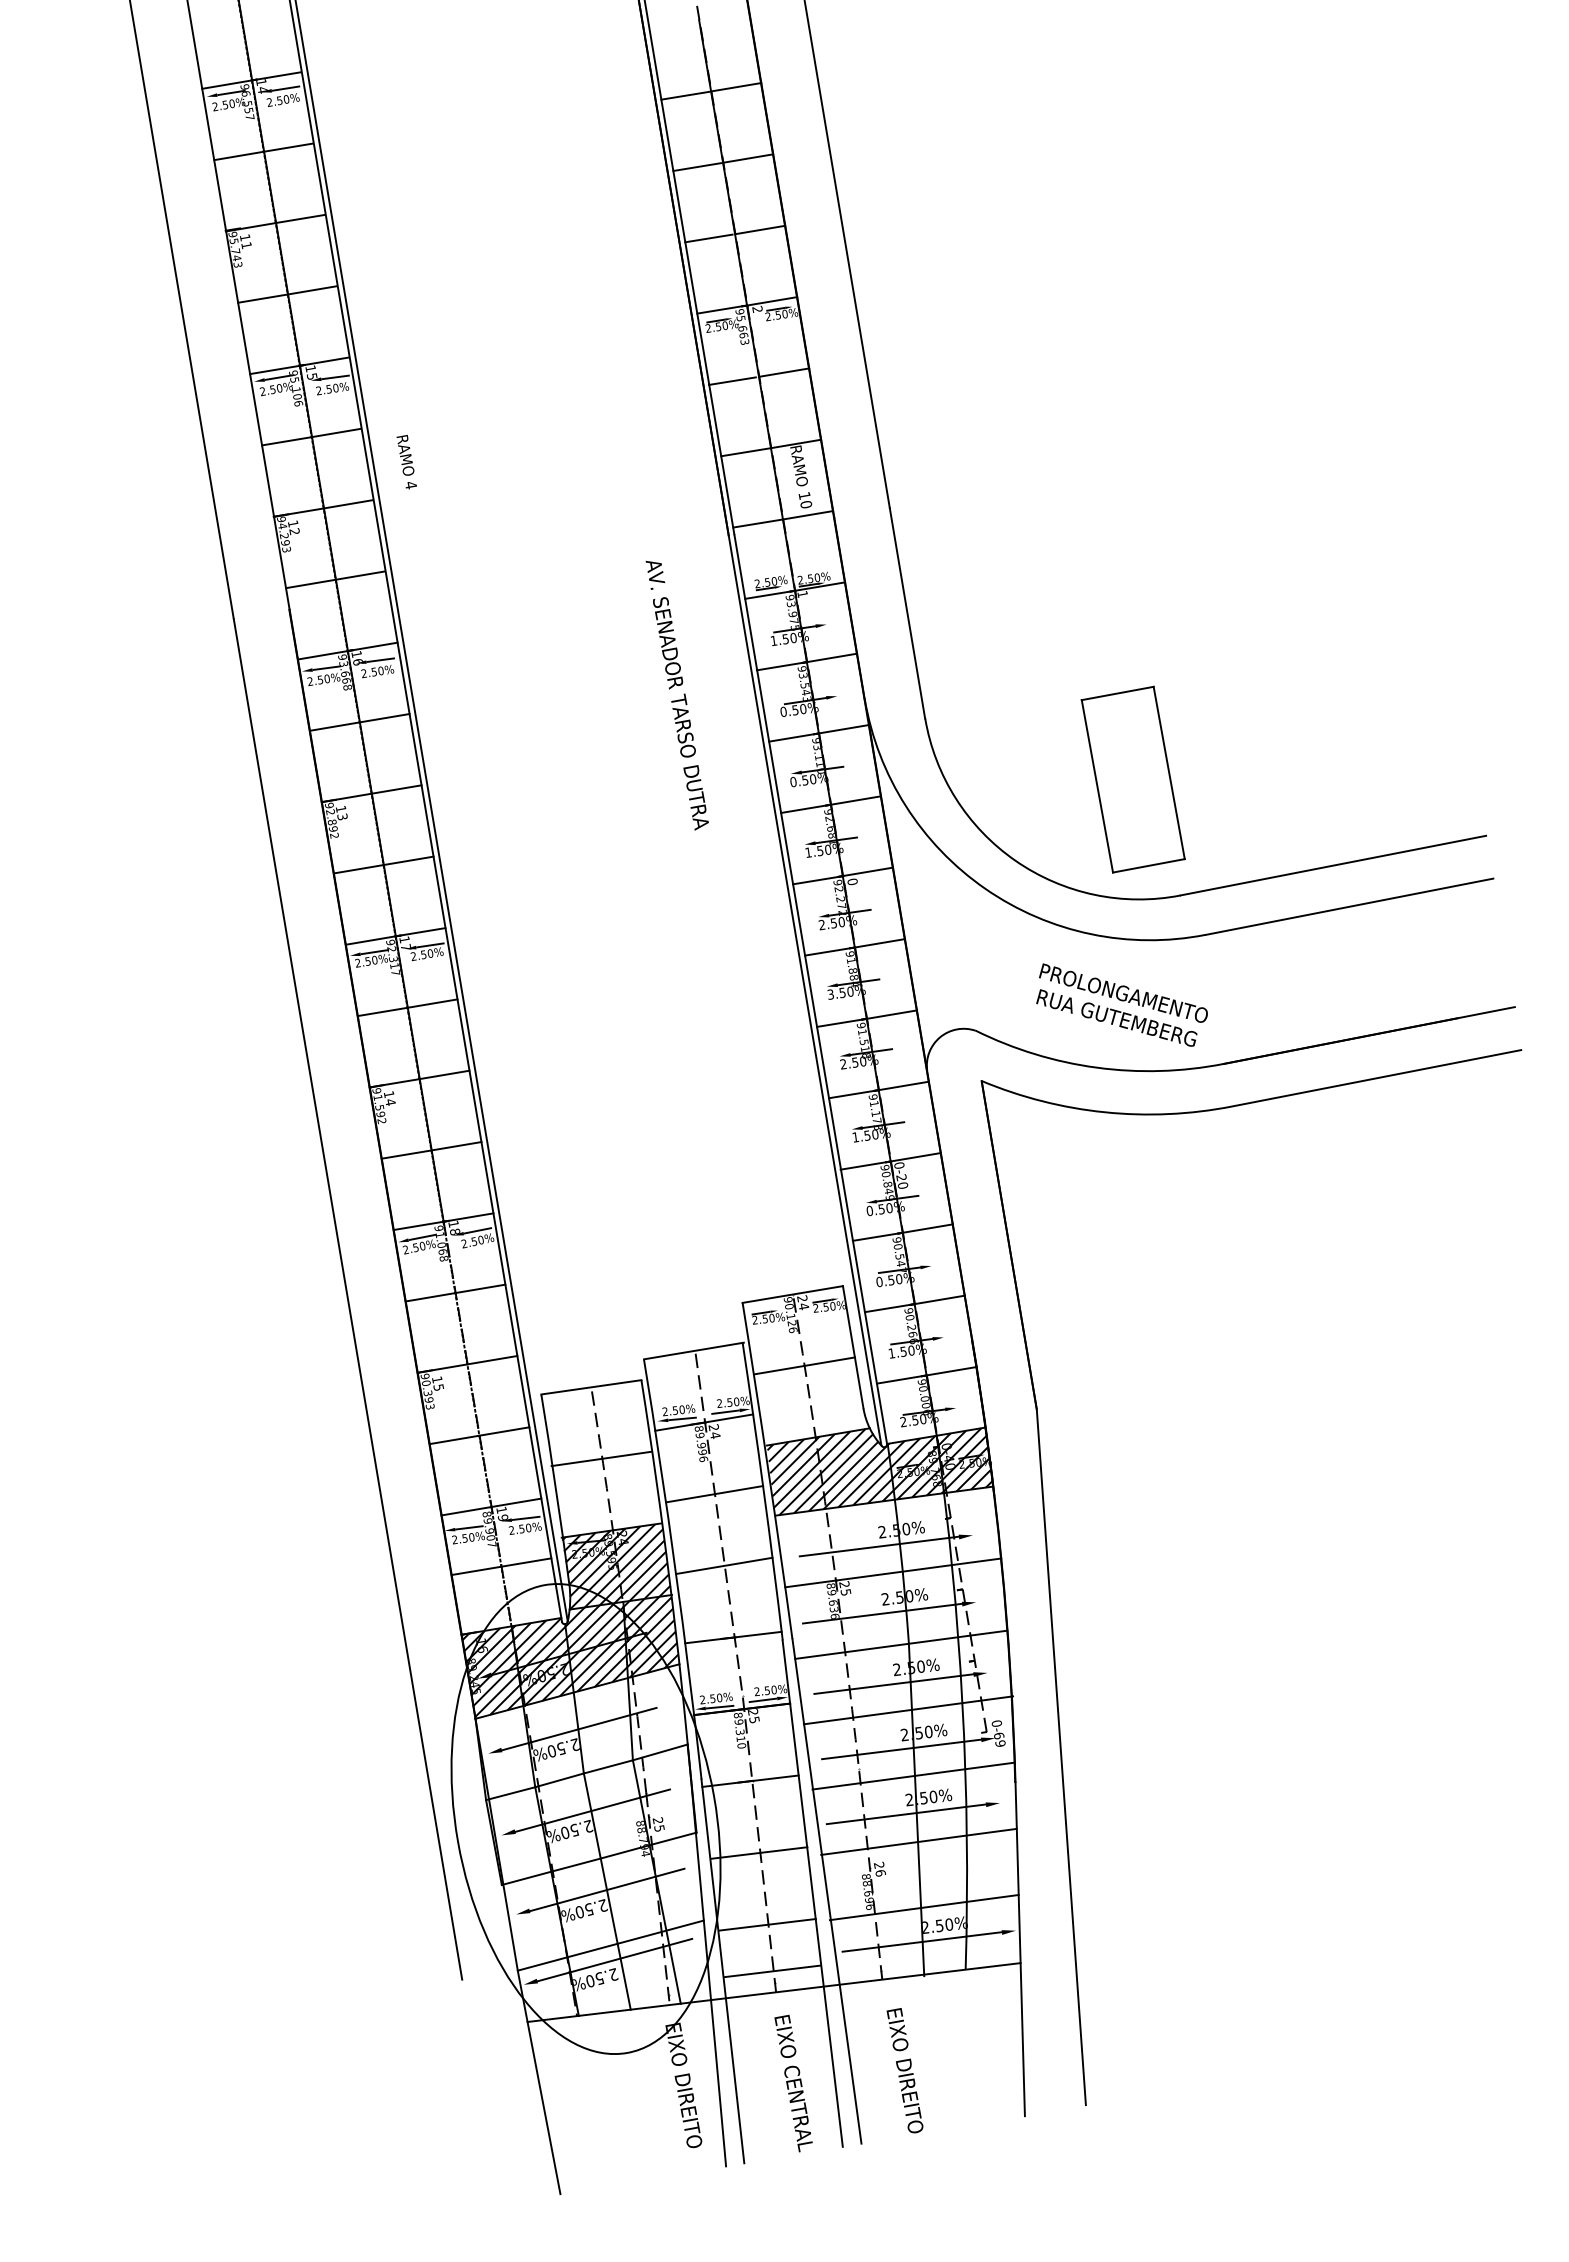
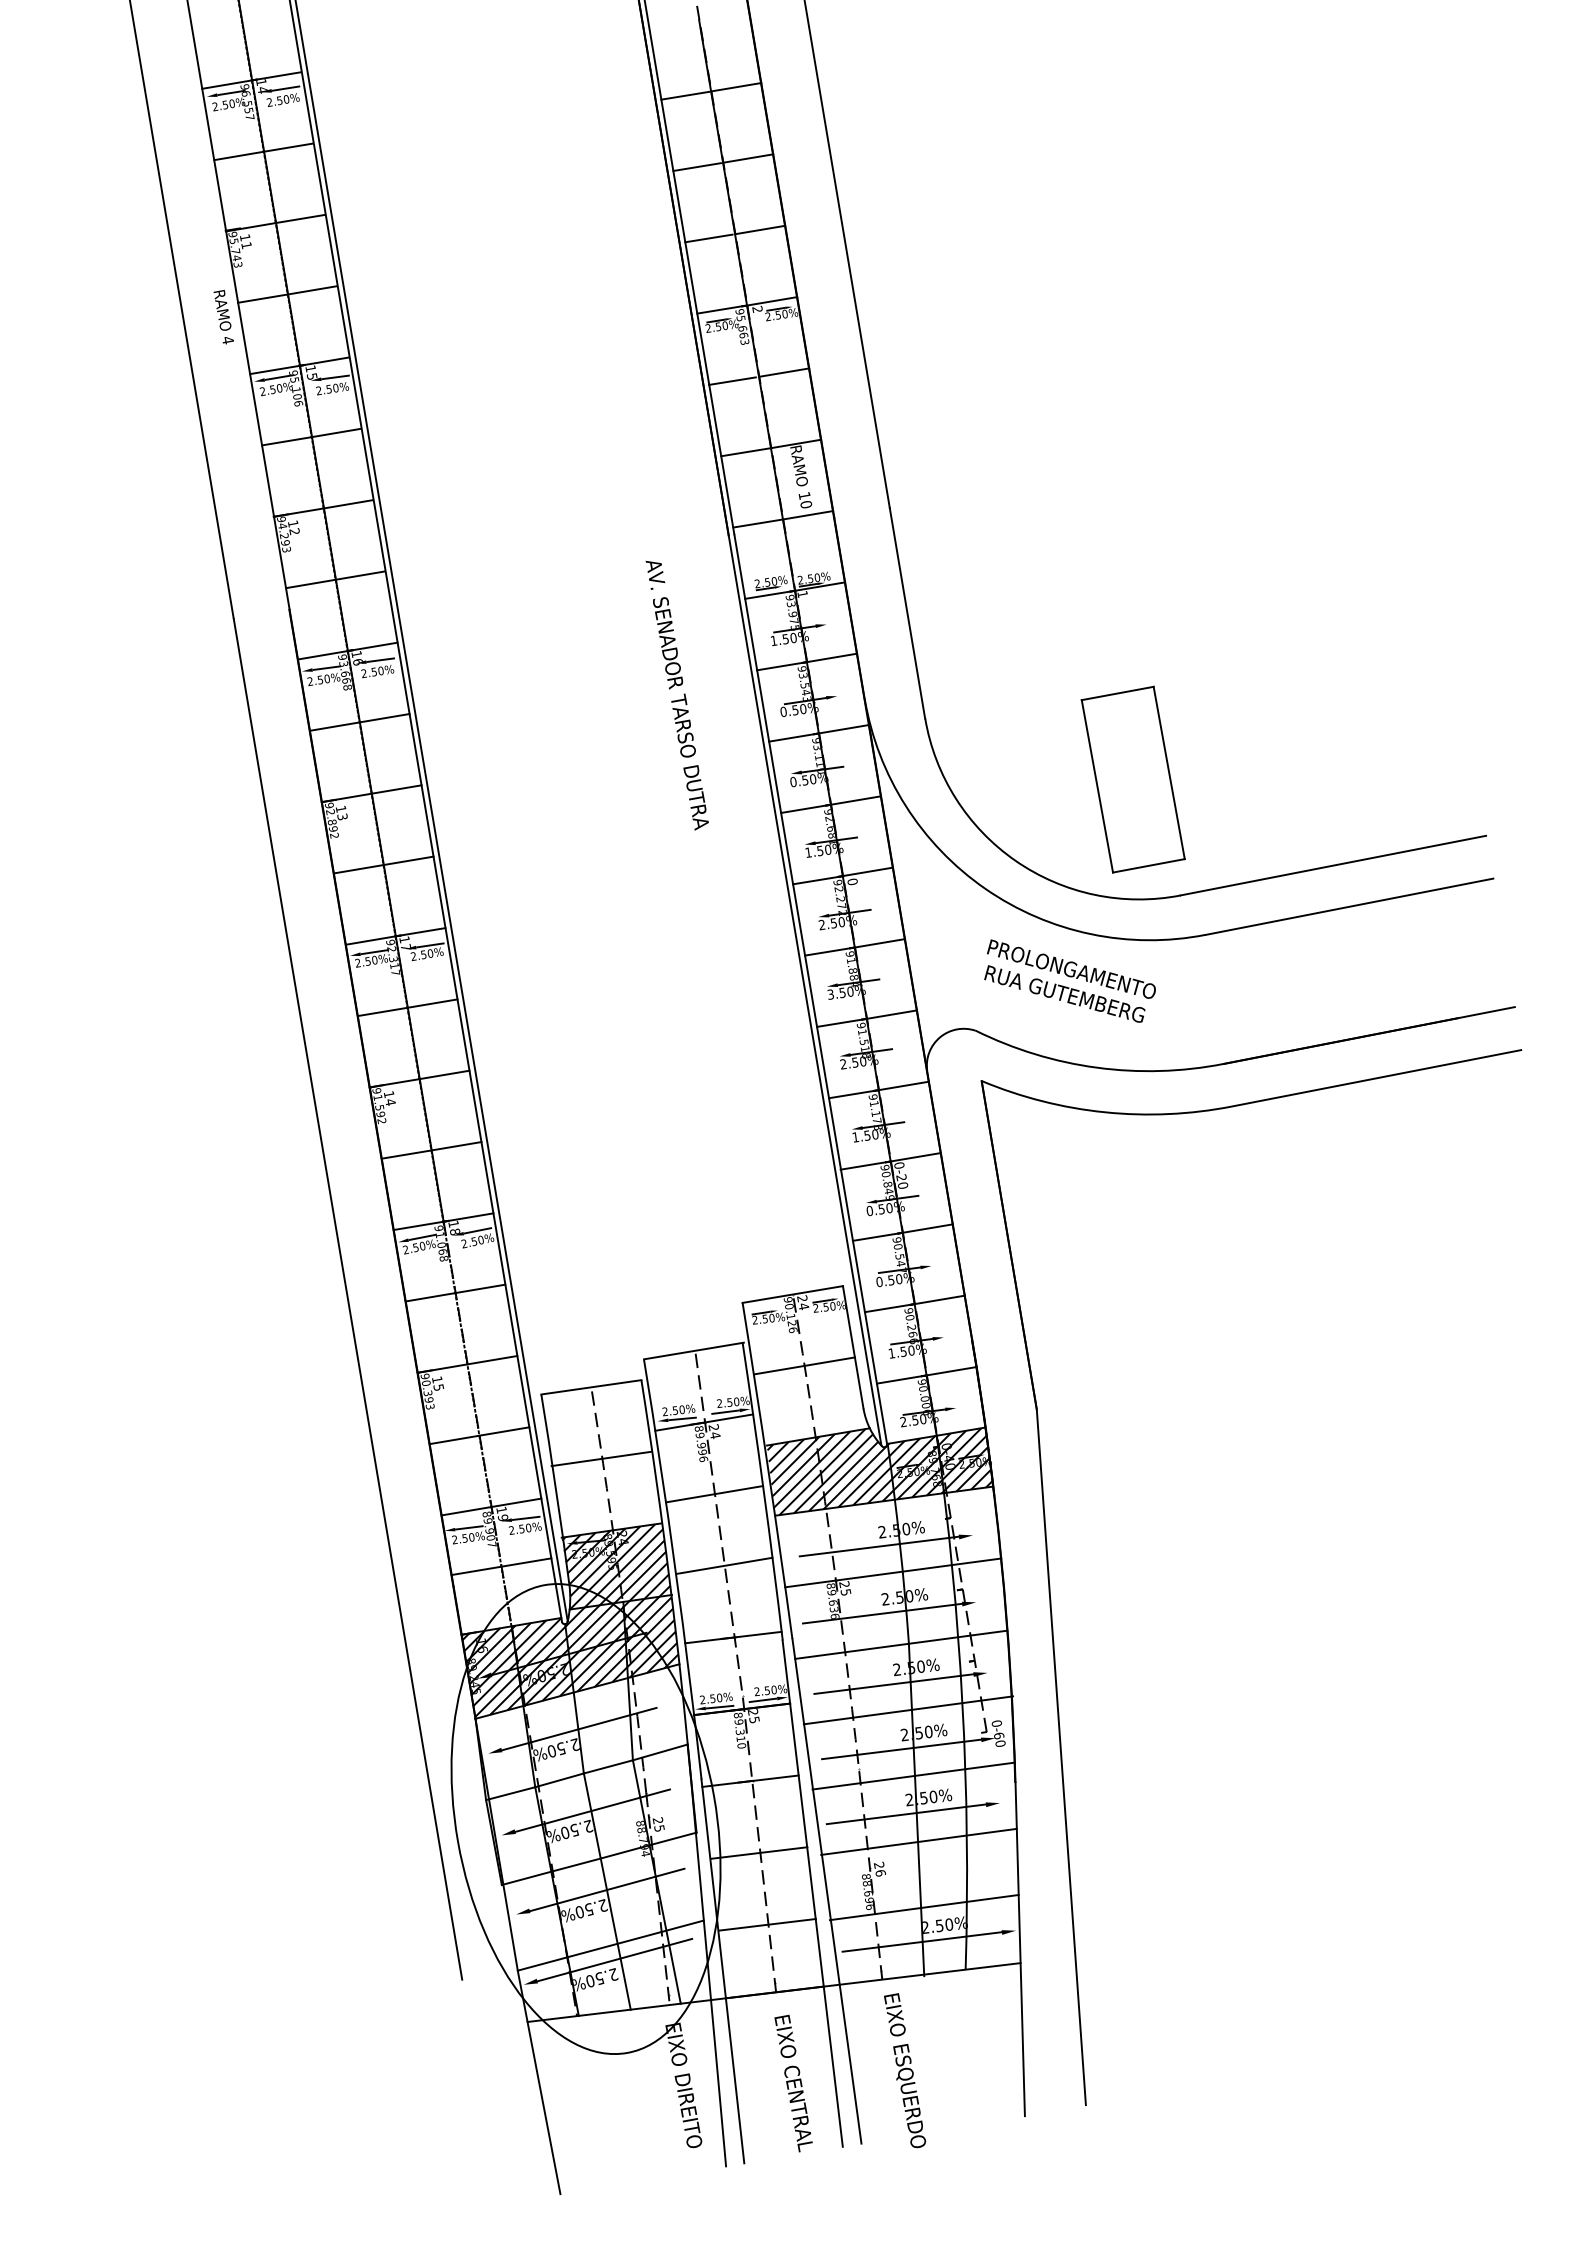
text at (406, 462) position: (406, 462) -> (223, 317)
text at (1121, 1004) position: (1121, 1004) -> (1069, 980)
text at (1000, 1743): 0-69 -> 0-60
line at (772, 1971) position: (772, 1971) -> (775, 1992)
text at (905, 2070): EIXO DIREITO -> EIXO ESQUERDO
